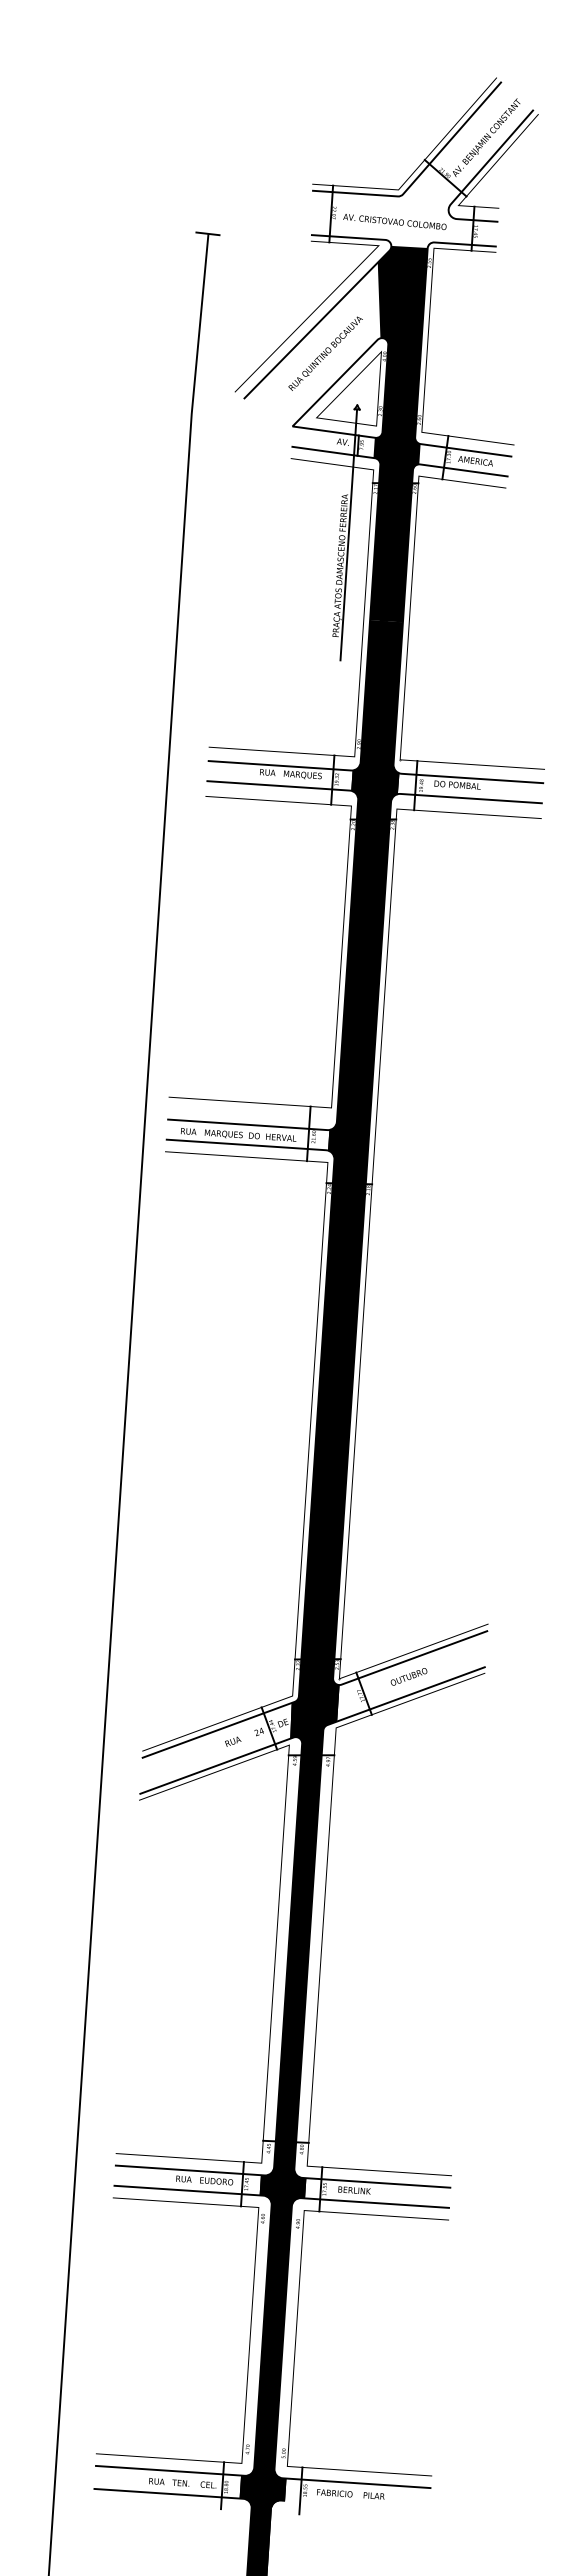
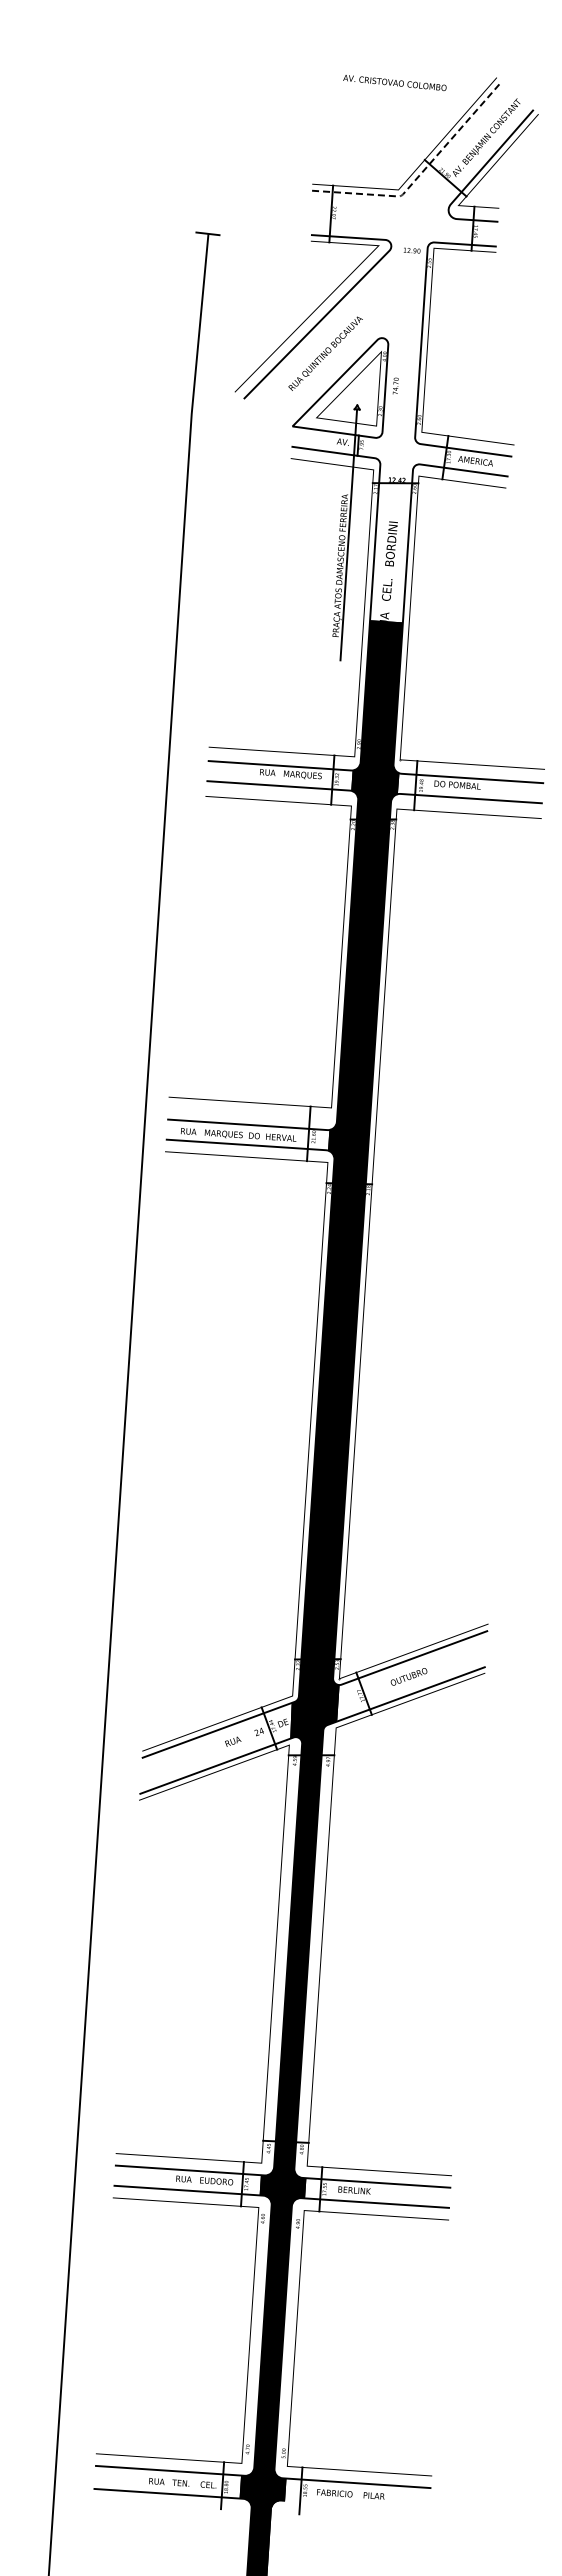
line at (419, 175): solid -> dashed
text at (394, 221) position: (394, 221) -> (394, 82)
fill at (398, 433): present -> none
